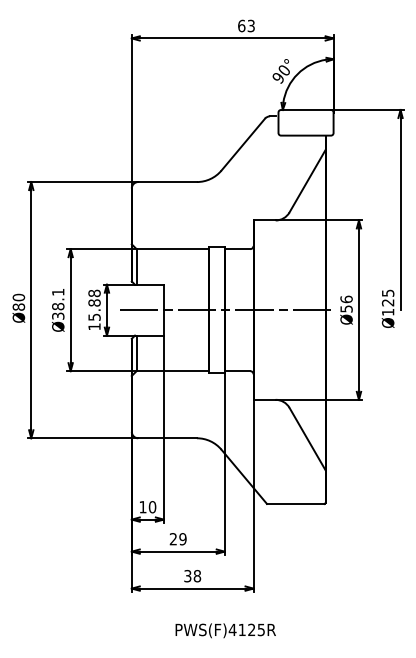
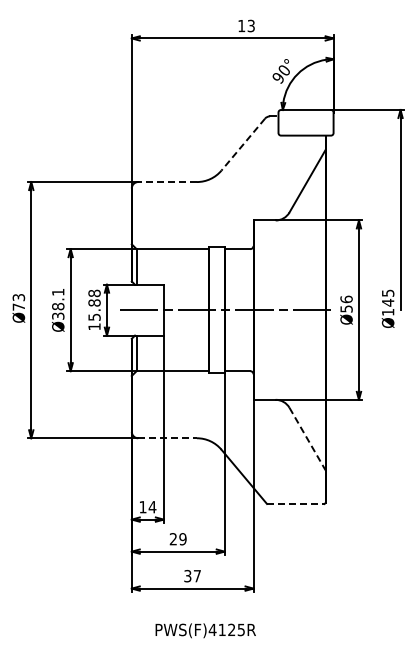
text at (241, 25): 63 -> 13
line at (243, 144): solid -> dashed
line at (167, 182): solid -> dashed
text at (18, 301): Ø80 -> Ø73
text at (387, 302): Ø125 -> Ø145
line at (168, 438): solid -> dashed
line at (307, 439): solid -> dashed
line at (295, 503): solid -> dashed
text at (152, 507): 10 -> 14
text at (197, 576): 38 -> 37
text at (225, 630) position: (225, 630) -> (205, 630)
